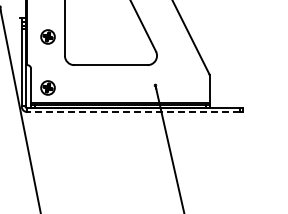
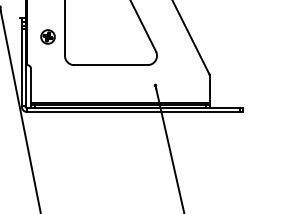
part at (47, 87): present -> none
line at (132, 112): dashed -> solid
